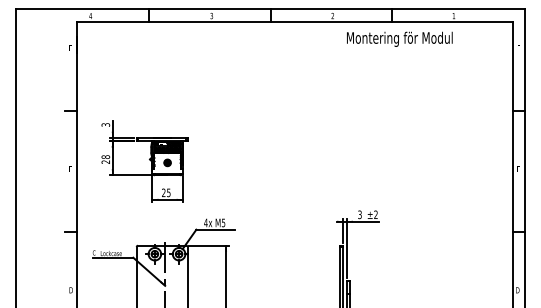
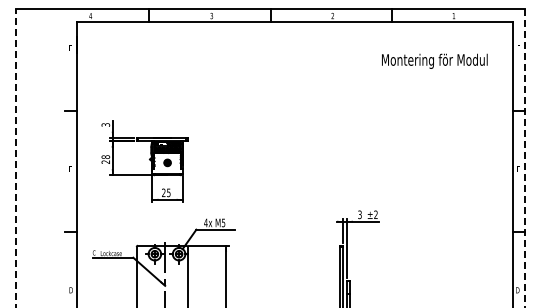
text at (399, 38) position: (399, 38) -> (434, 60)
line at (16, 158): solid -> dashed
line at (524, 158): solid -> dashed
